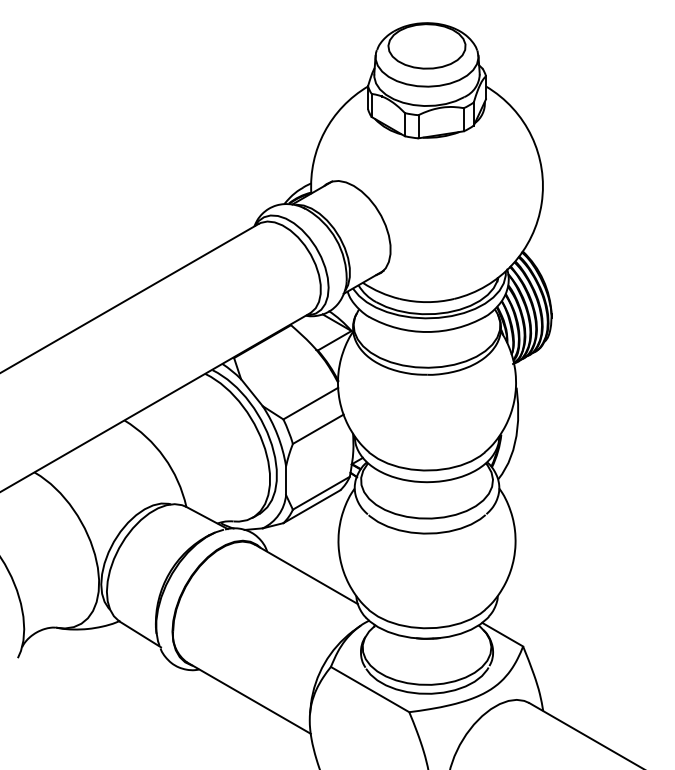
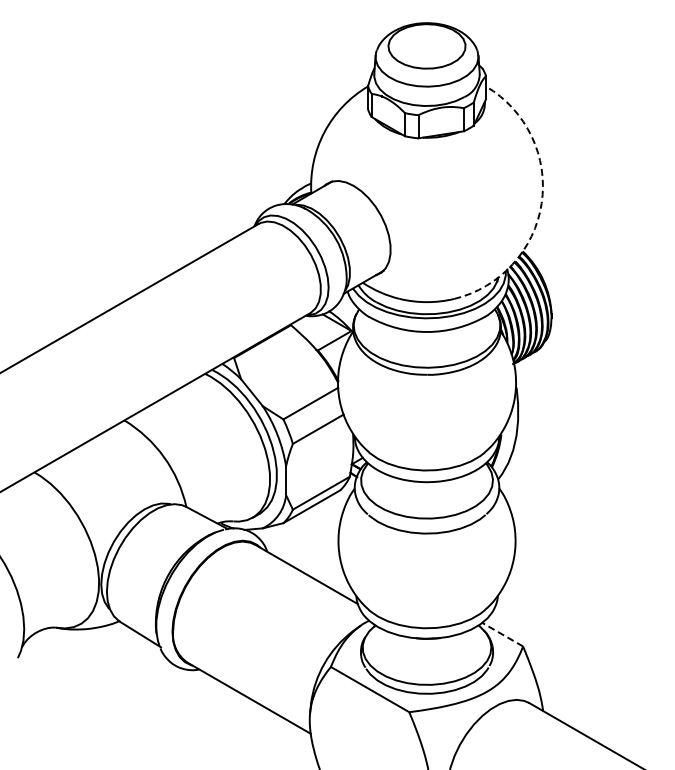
arc at (541, 203): solid -> dashed
line at (502, 634): solid -> dashed
